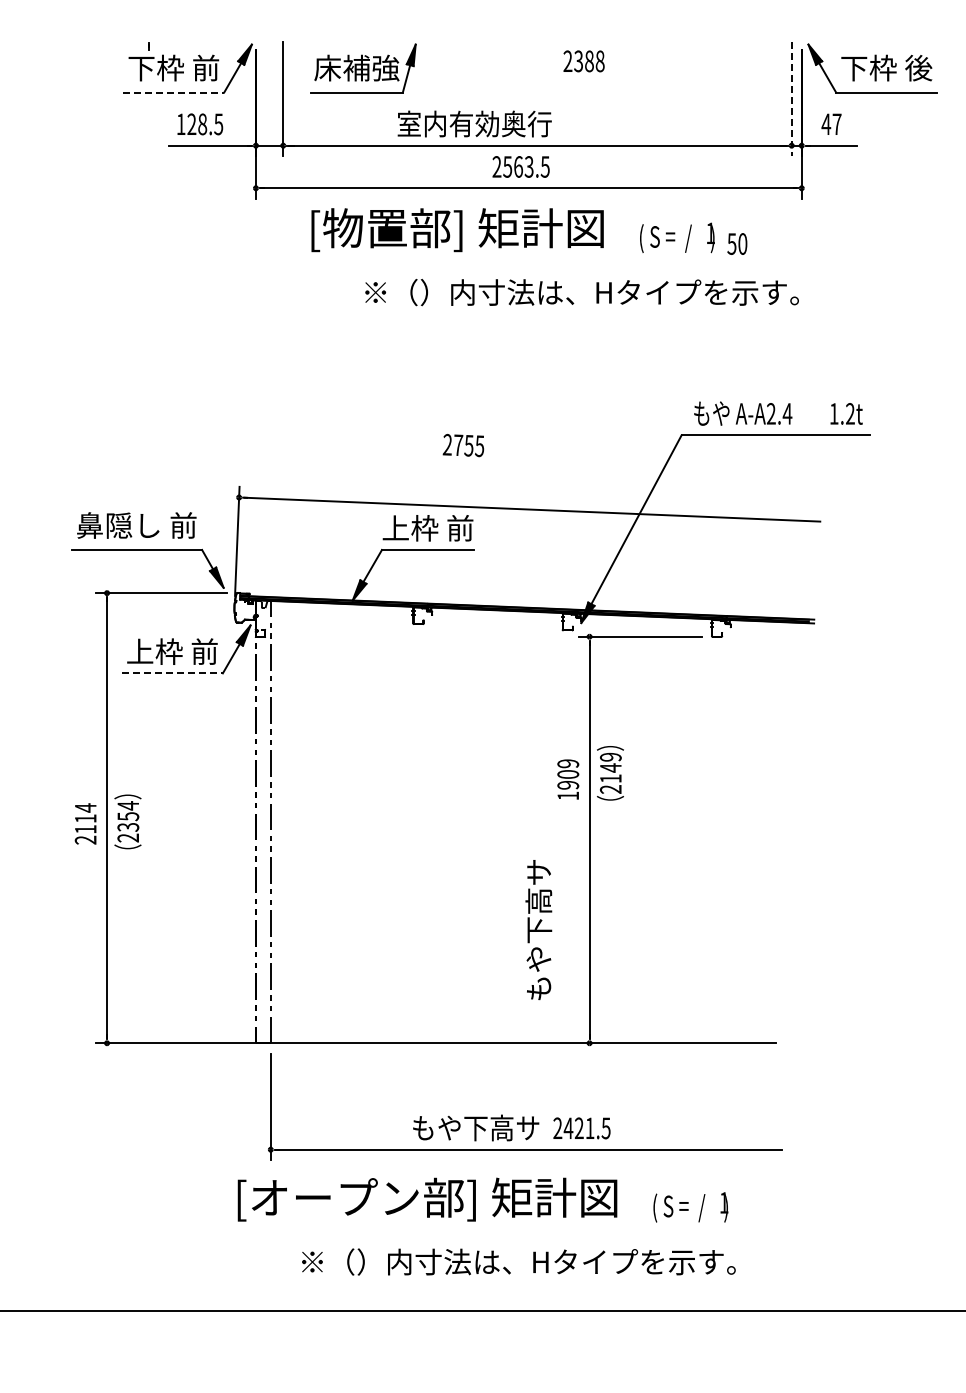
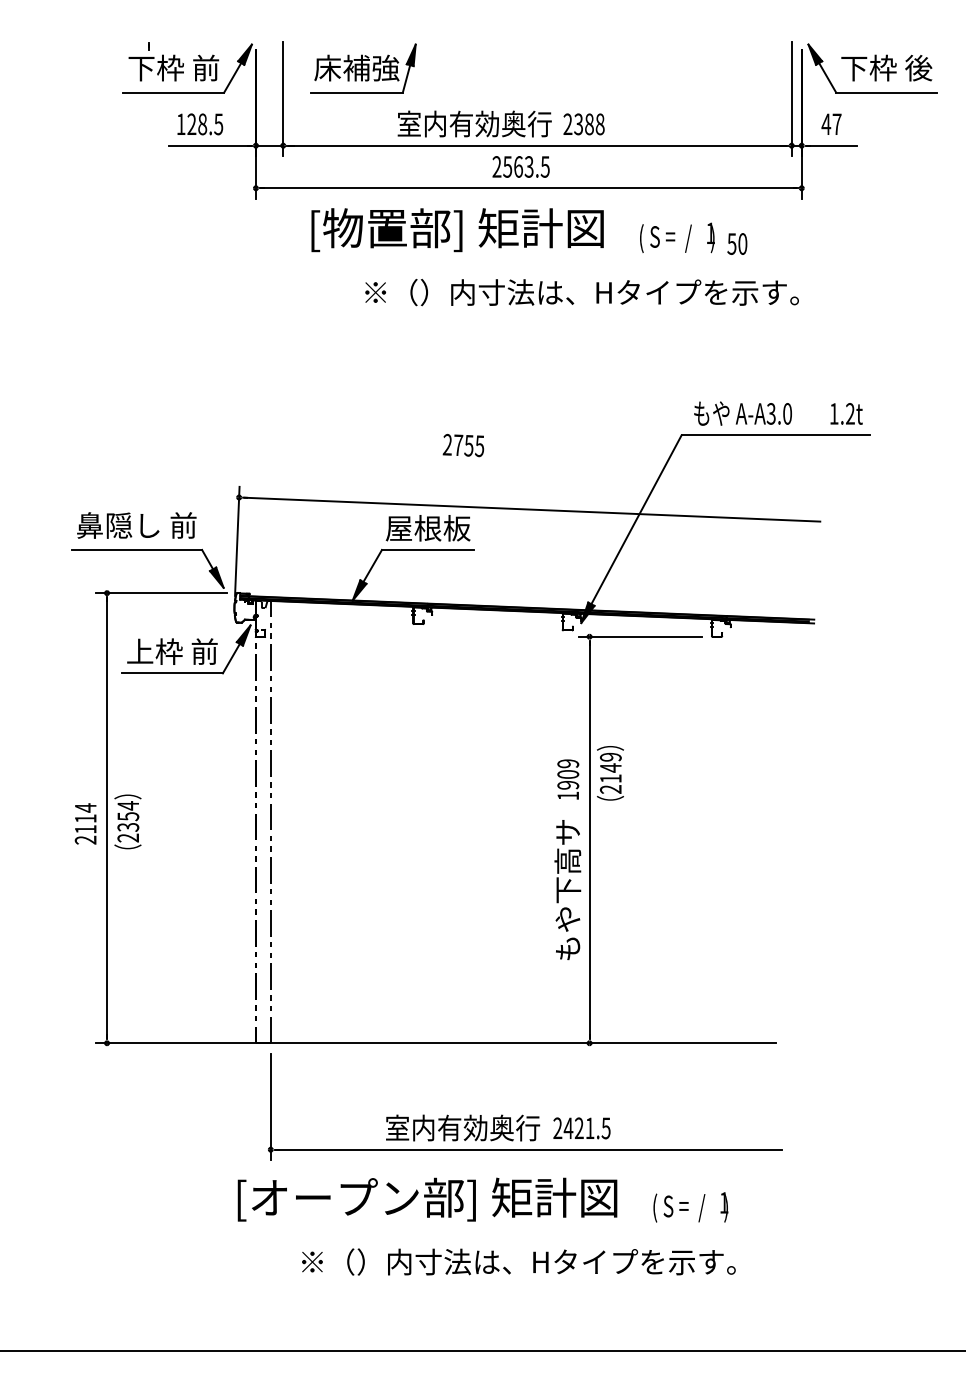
text at (583, 61) position: (583, 61) -> (583, 124)
line at (174, 92): dashed -> solid
line at (791, 99): dashed -> solid
text at (779, 413): A-A2.4 -> A-A3.0
text at (427, 528): 上枠 前 -> 屋根板
line at (173, 673): dashed -> solid
text at (538, 930) position: (538, 930) -> (567, 890)
text at (463, 1127): もや下高サ -> 室内有効奥行
line at (482, 1311) position: (482, 1311) -> (482, 1351)
